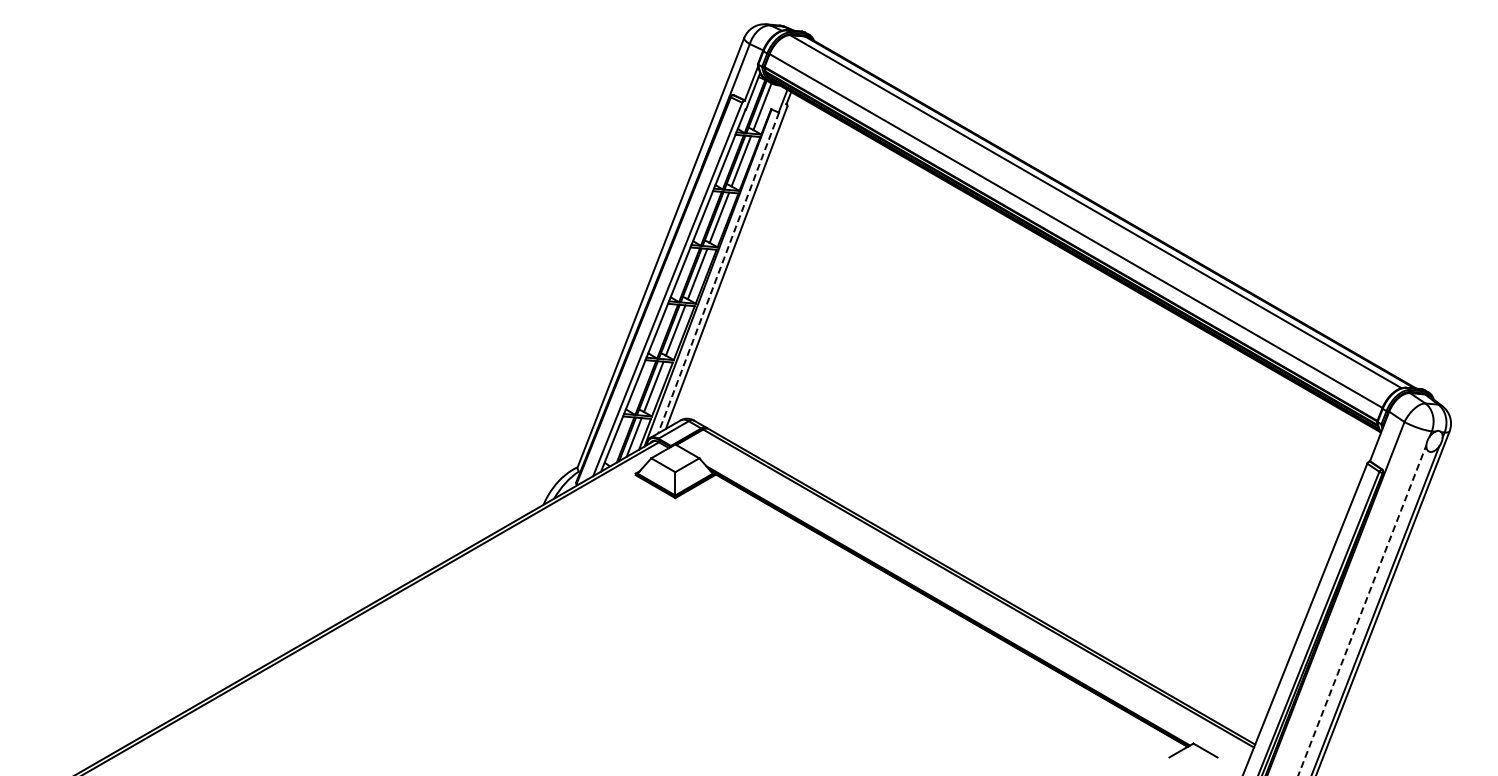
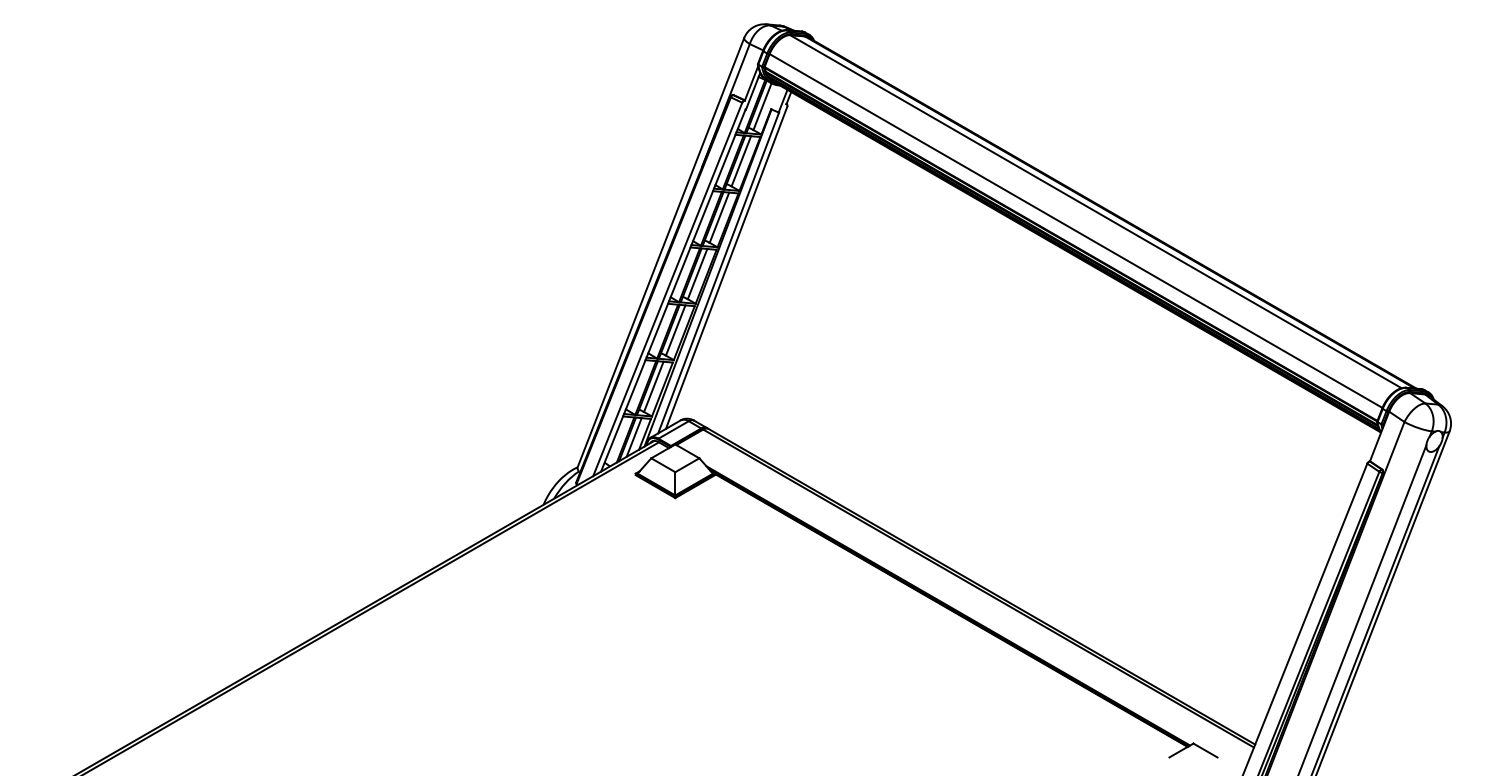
line at (718, 273): dashed -> solid
line at (1362, 610): dashed -> solid
